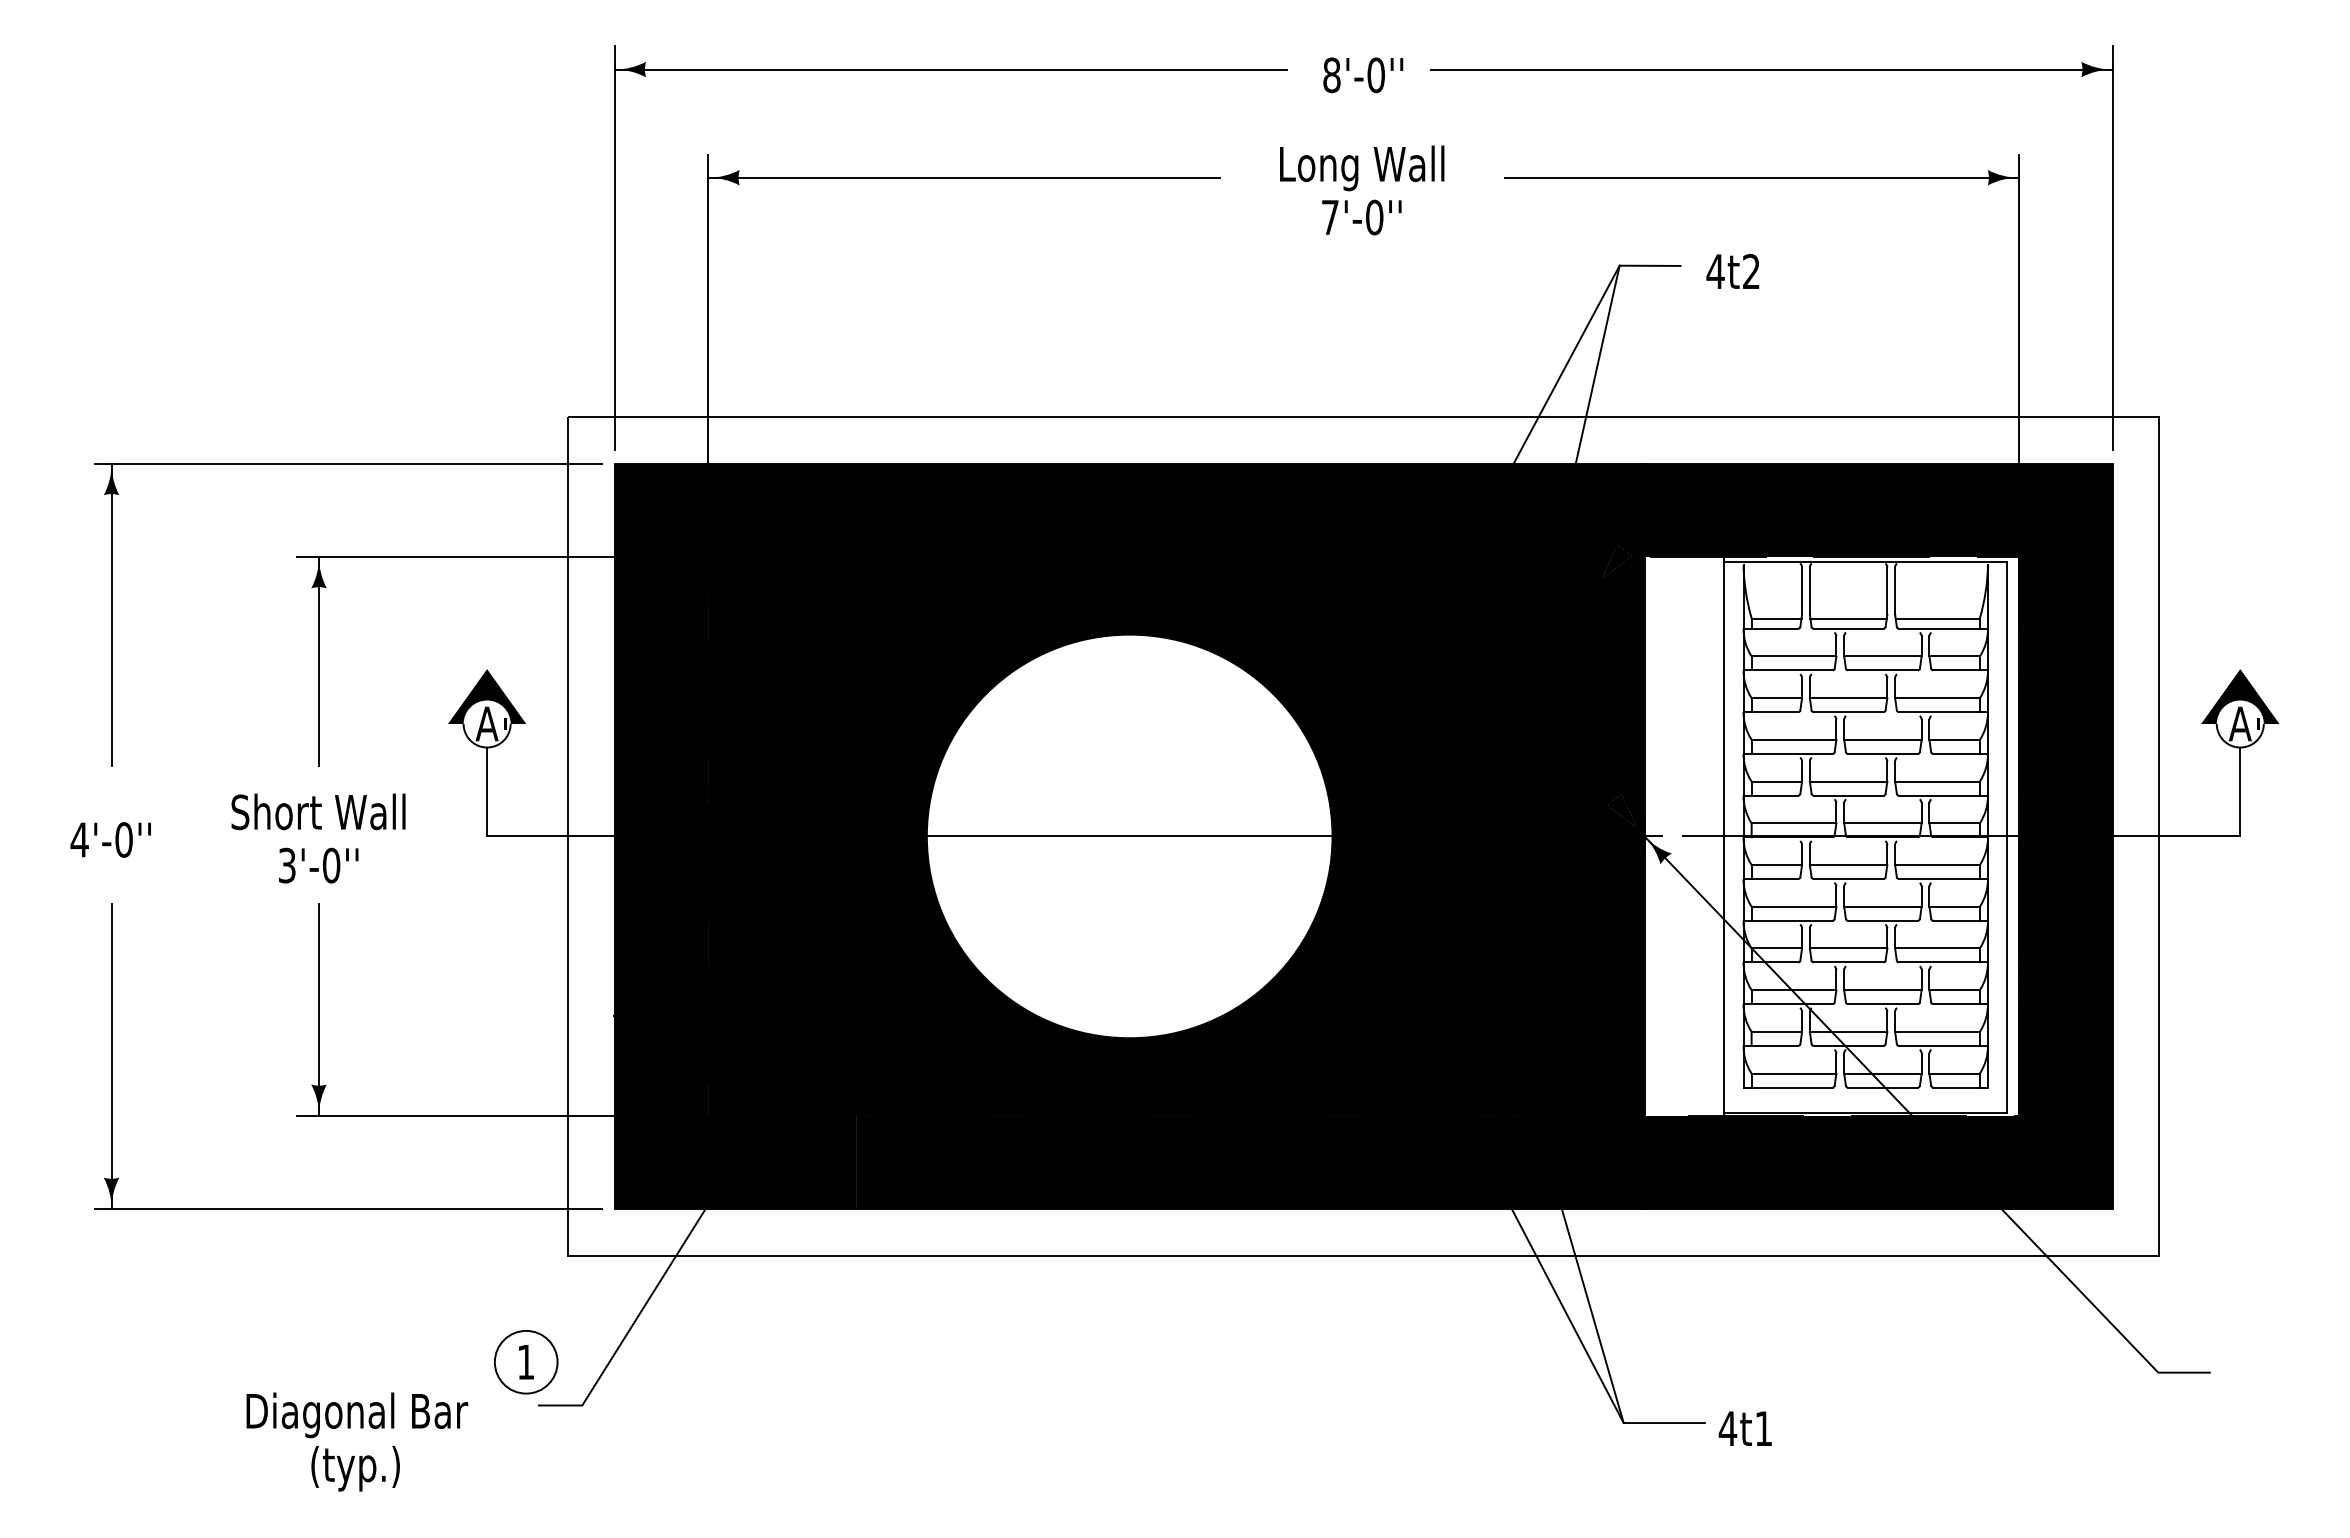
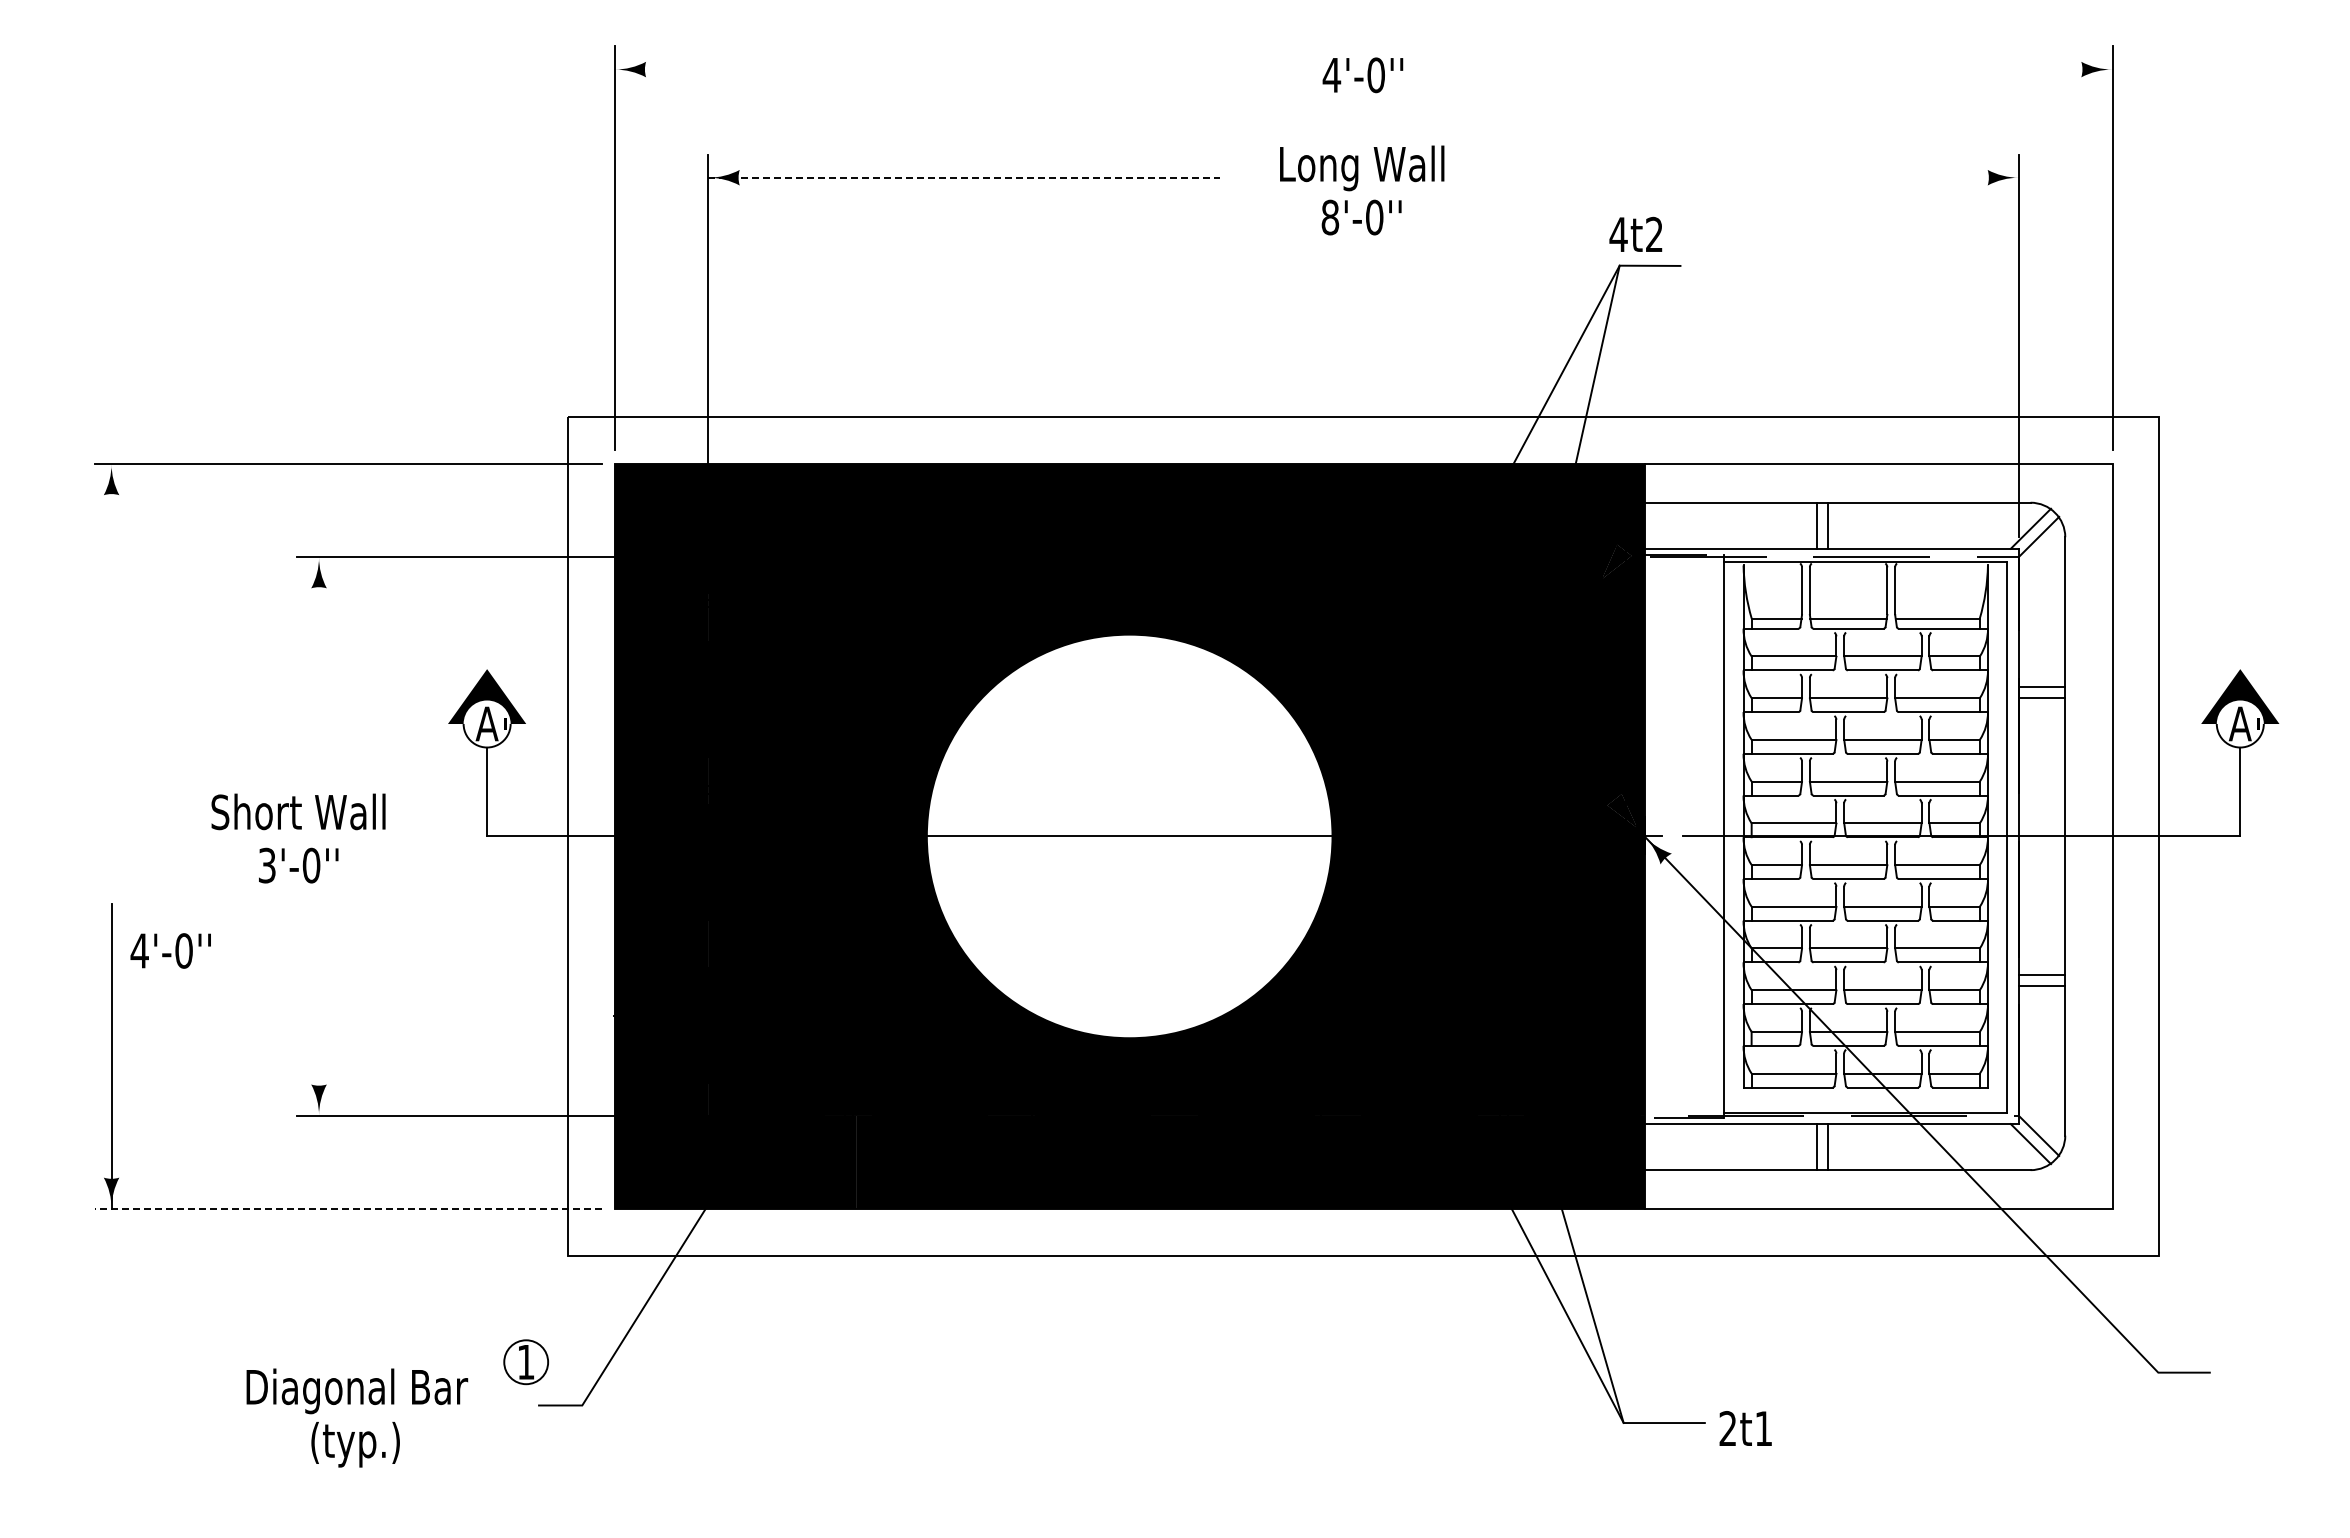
line at (950, 69): present -> none
line at (1771, 69): present -> none
text at (1331, 75): 8'-0'' -> 4'-0''
line at (964, 177): solid -> dashed
line at (1761, 177): present -> none
text at (1330, 217): 7'-0'' -> 8'-0''
text at (1732, 270) position: (1732, 270) -> (1635, 233)
line at (111, 614): present -> none
line at (319, 661): present -> none
fill at (1878, 835): present -> none
text at (318, 838) position: (318, 838) -> (298, 838)
text at (110, 839) position: (110, 839) -> (170, 950)
line at (319, 1009): present -> none
line at (348, 1208): solid -> dashed
circle at (525, 1361) diameter: 63 px -> 44 px
text at (1727, 1428): 4t1 -> 2t1
text at (357, 1441) position: (357, 1441) -> (357, 1417)
